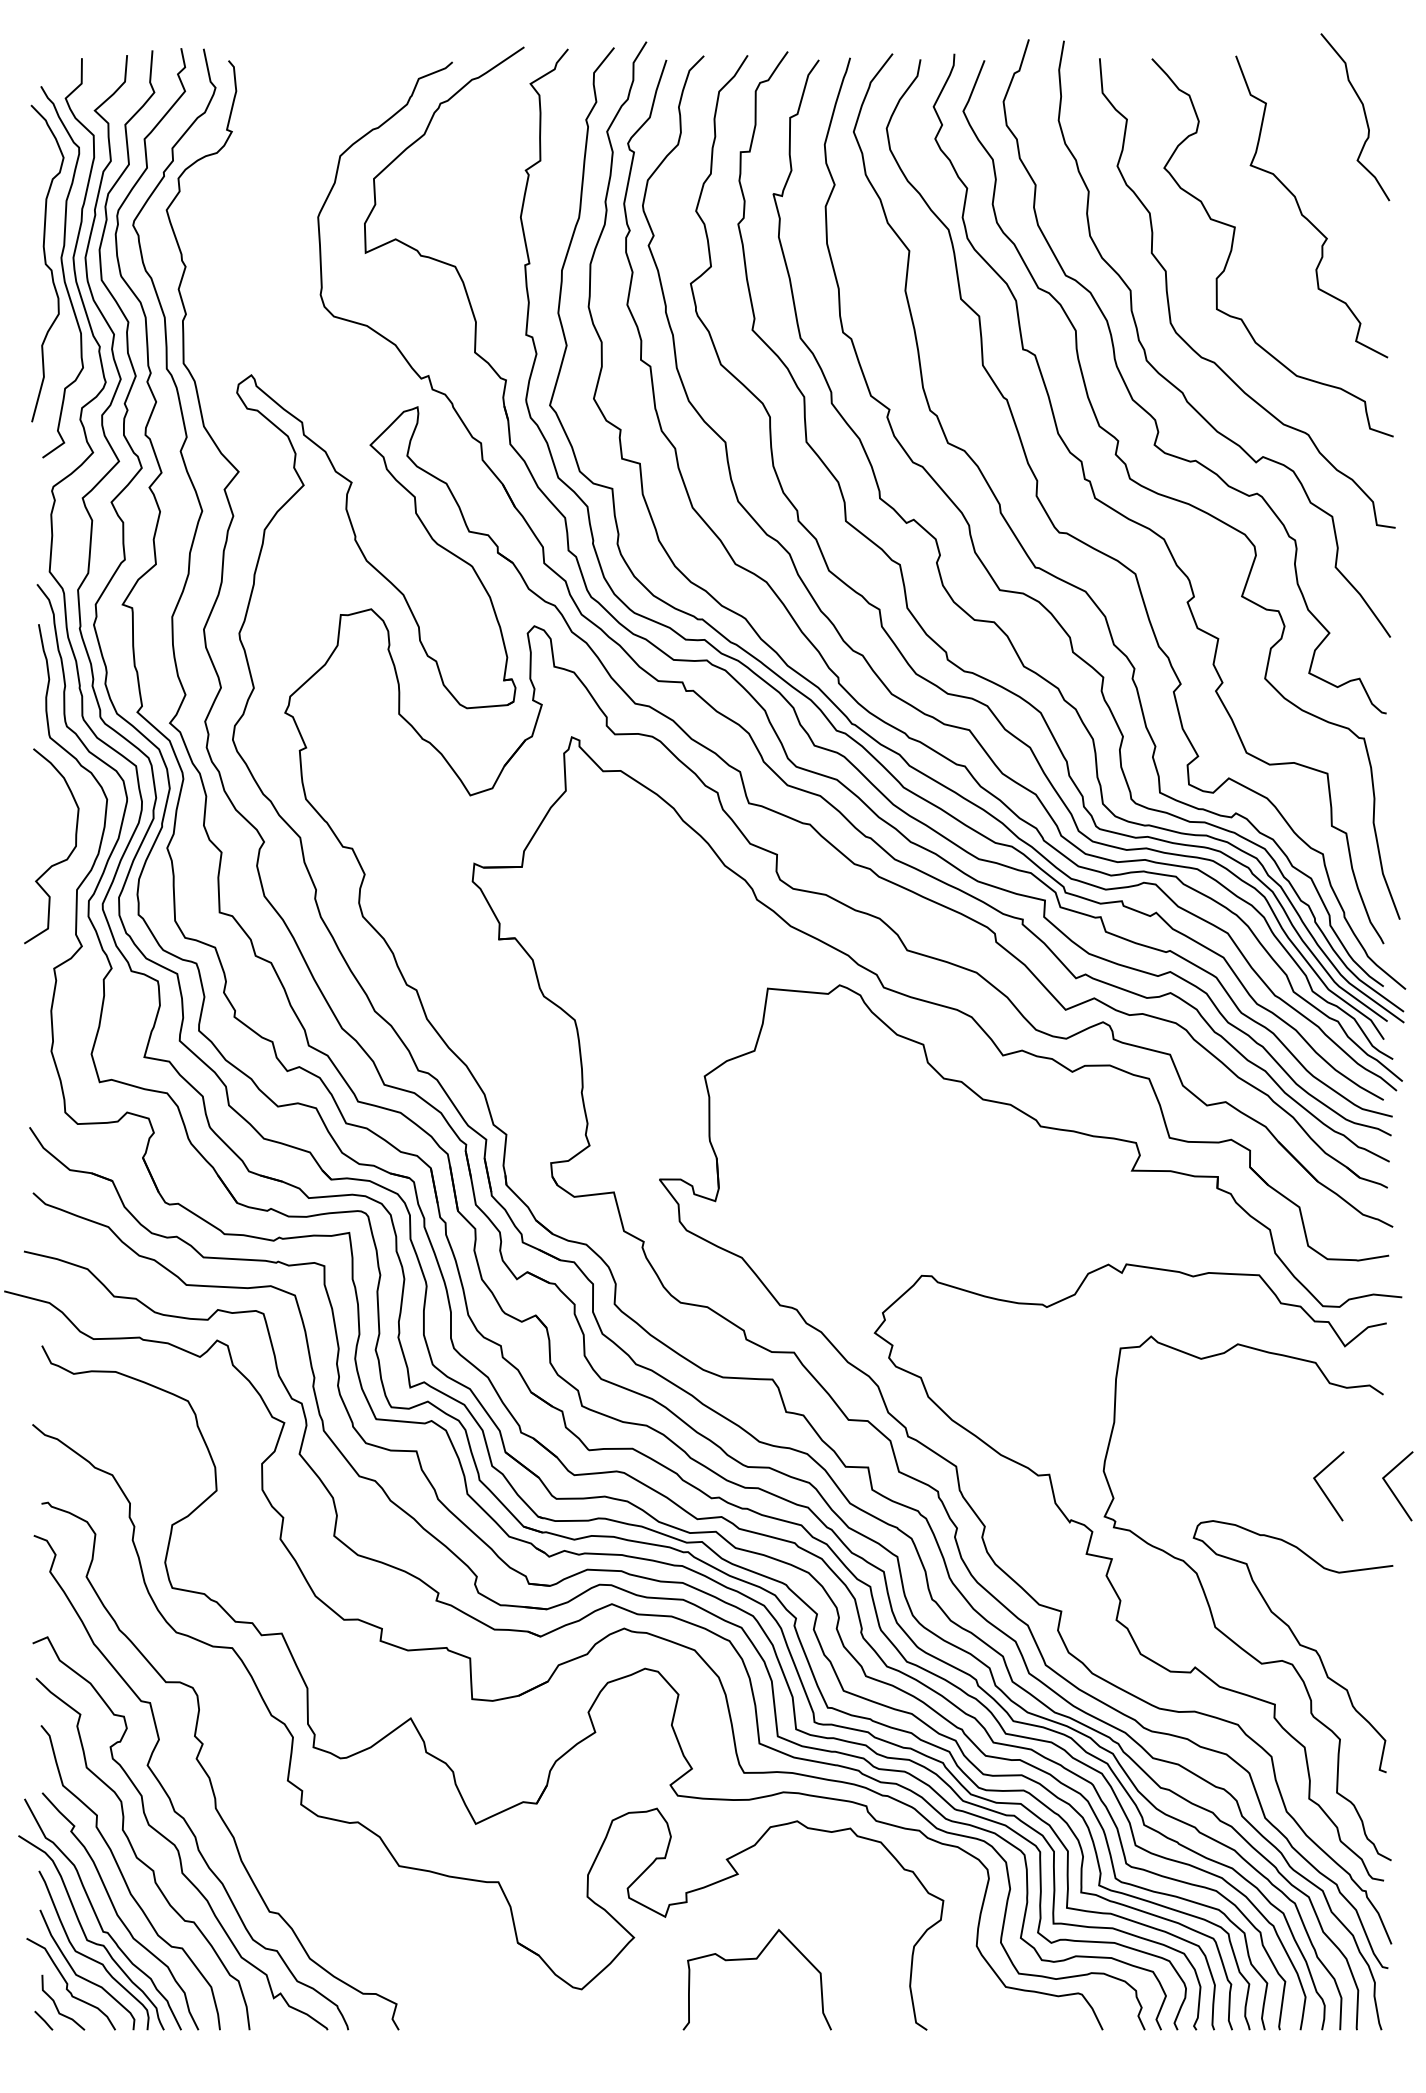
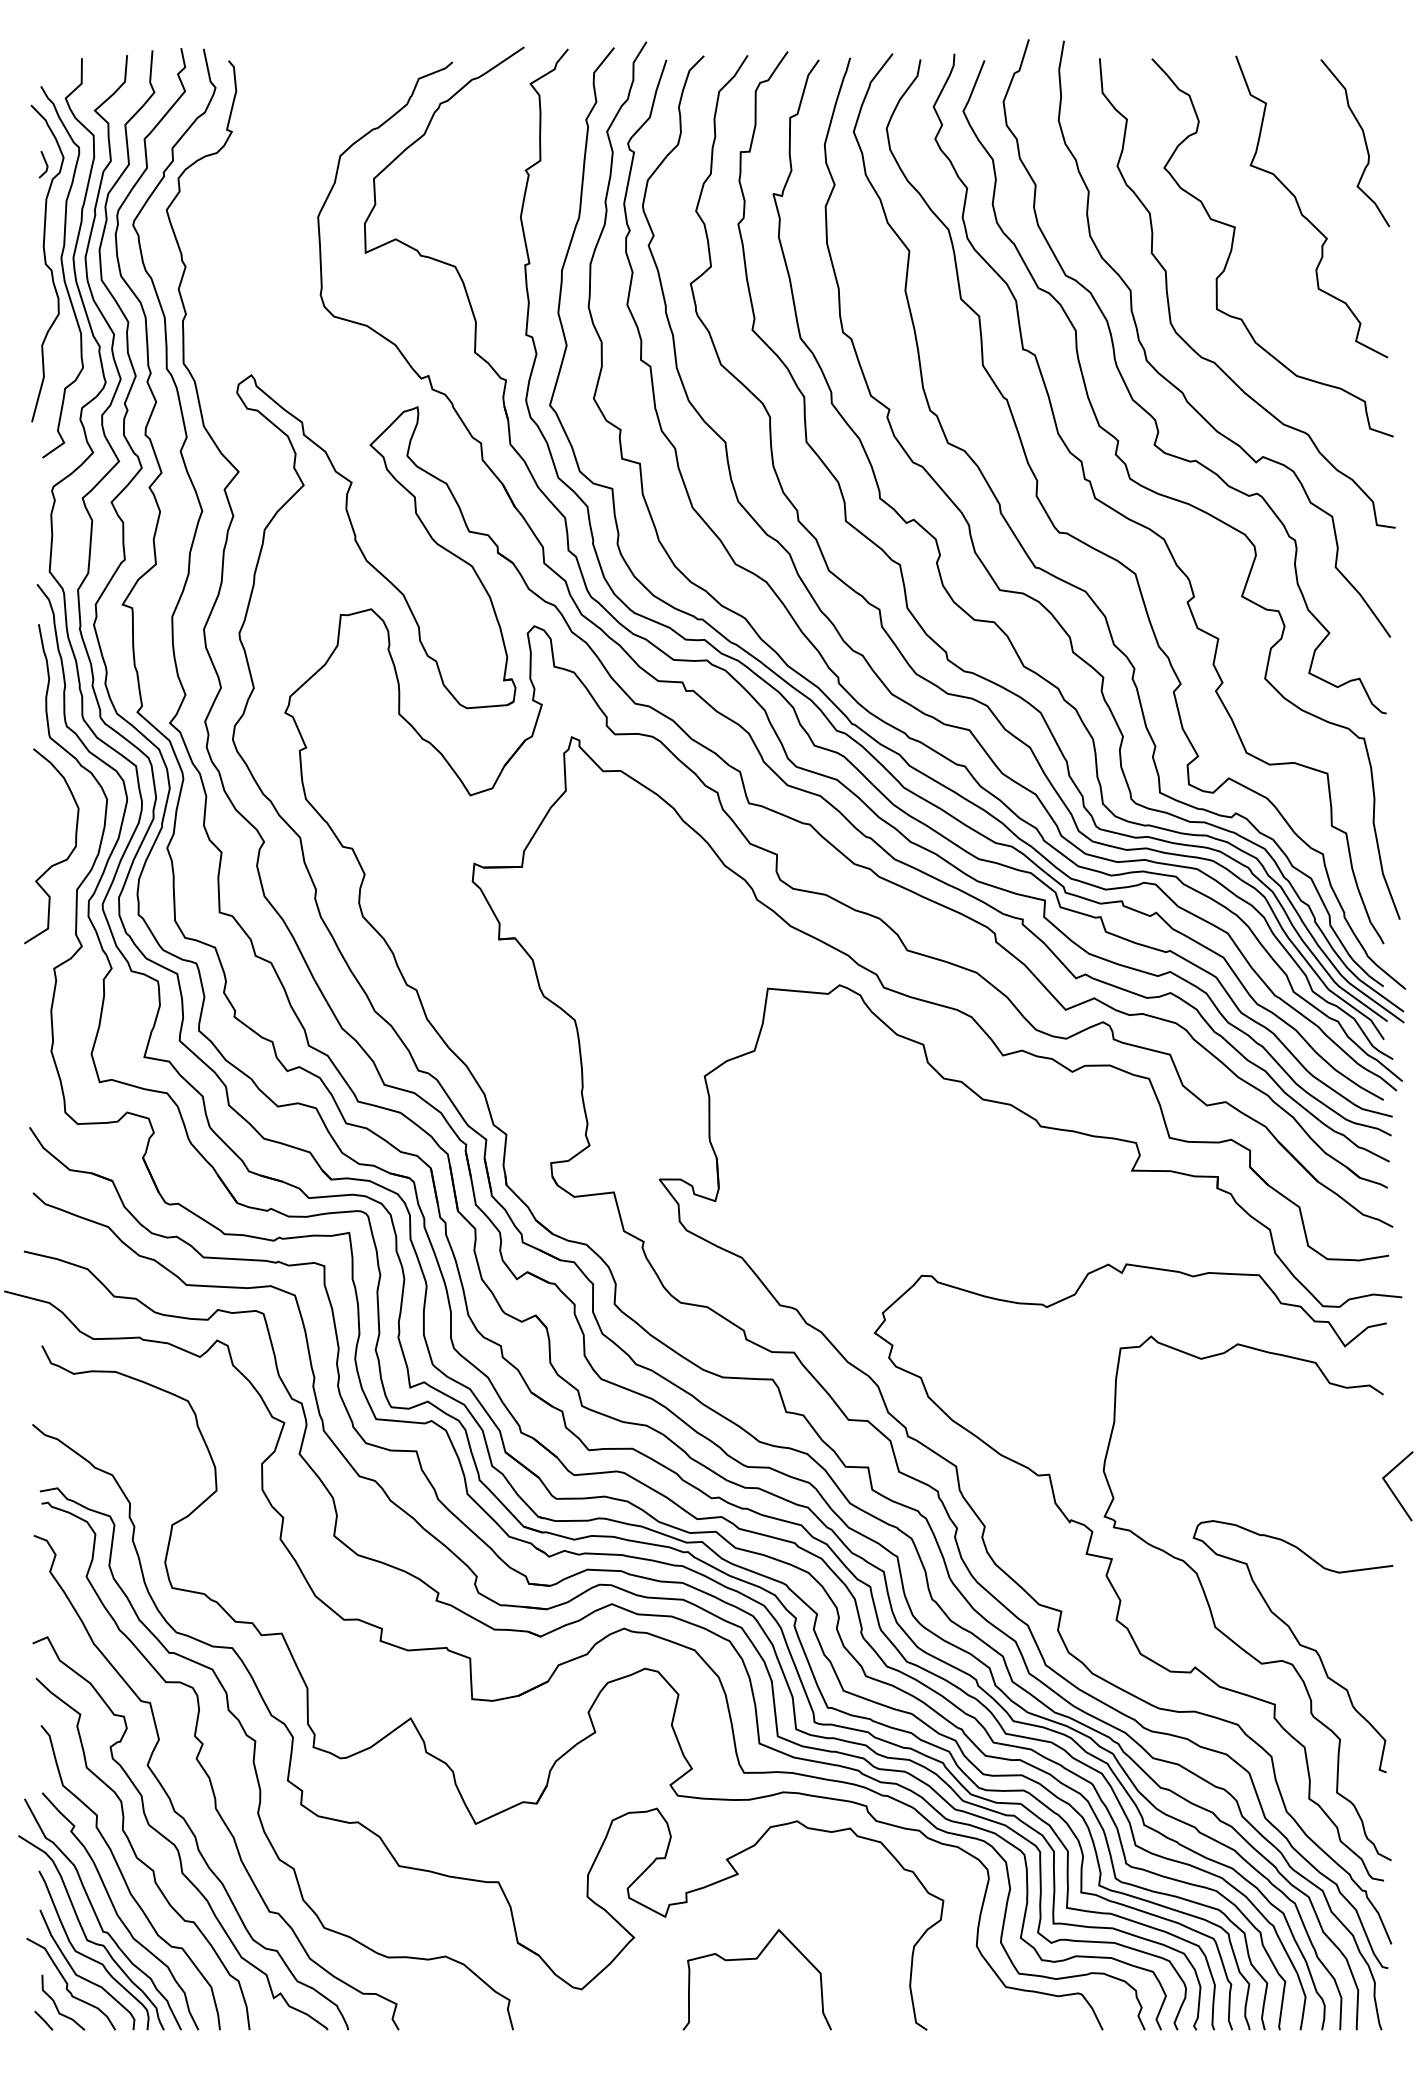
curve at (1364, 116) position: (1364, 116) -> (1364, 142)
line at (45, 164): none -> present
line at (1322, 1488): present -> none
curve at (255, 1755): none -> present
